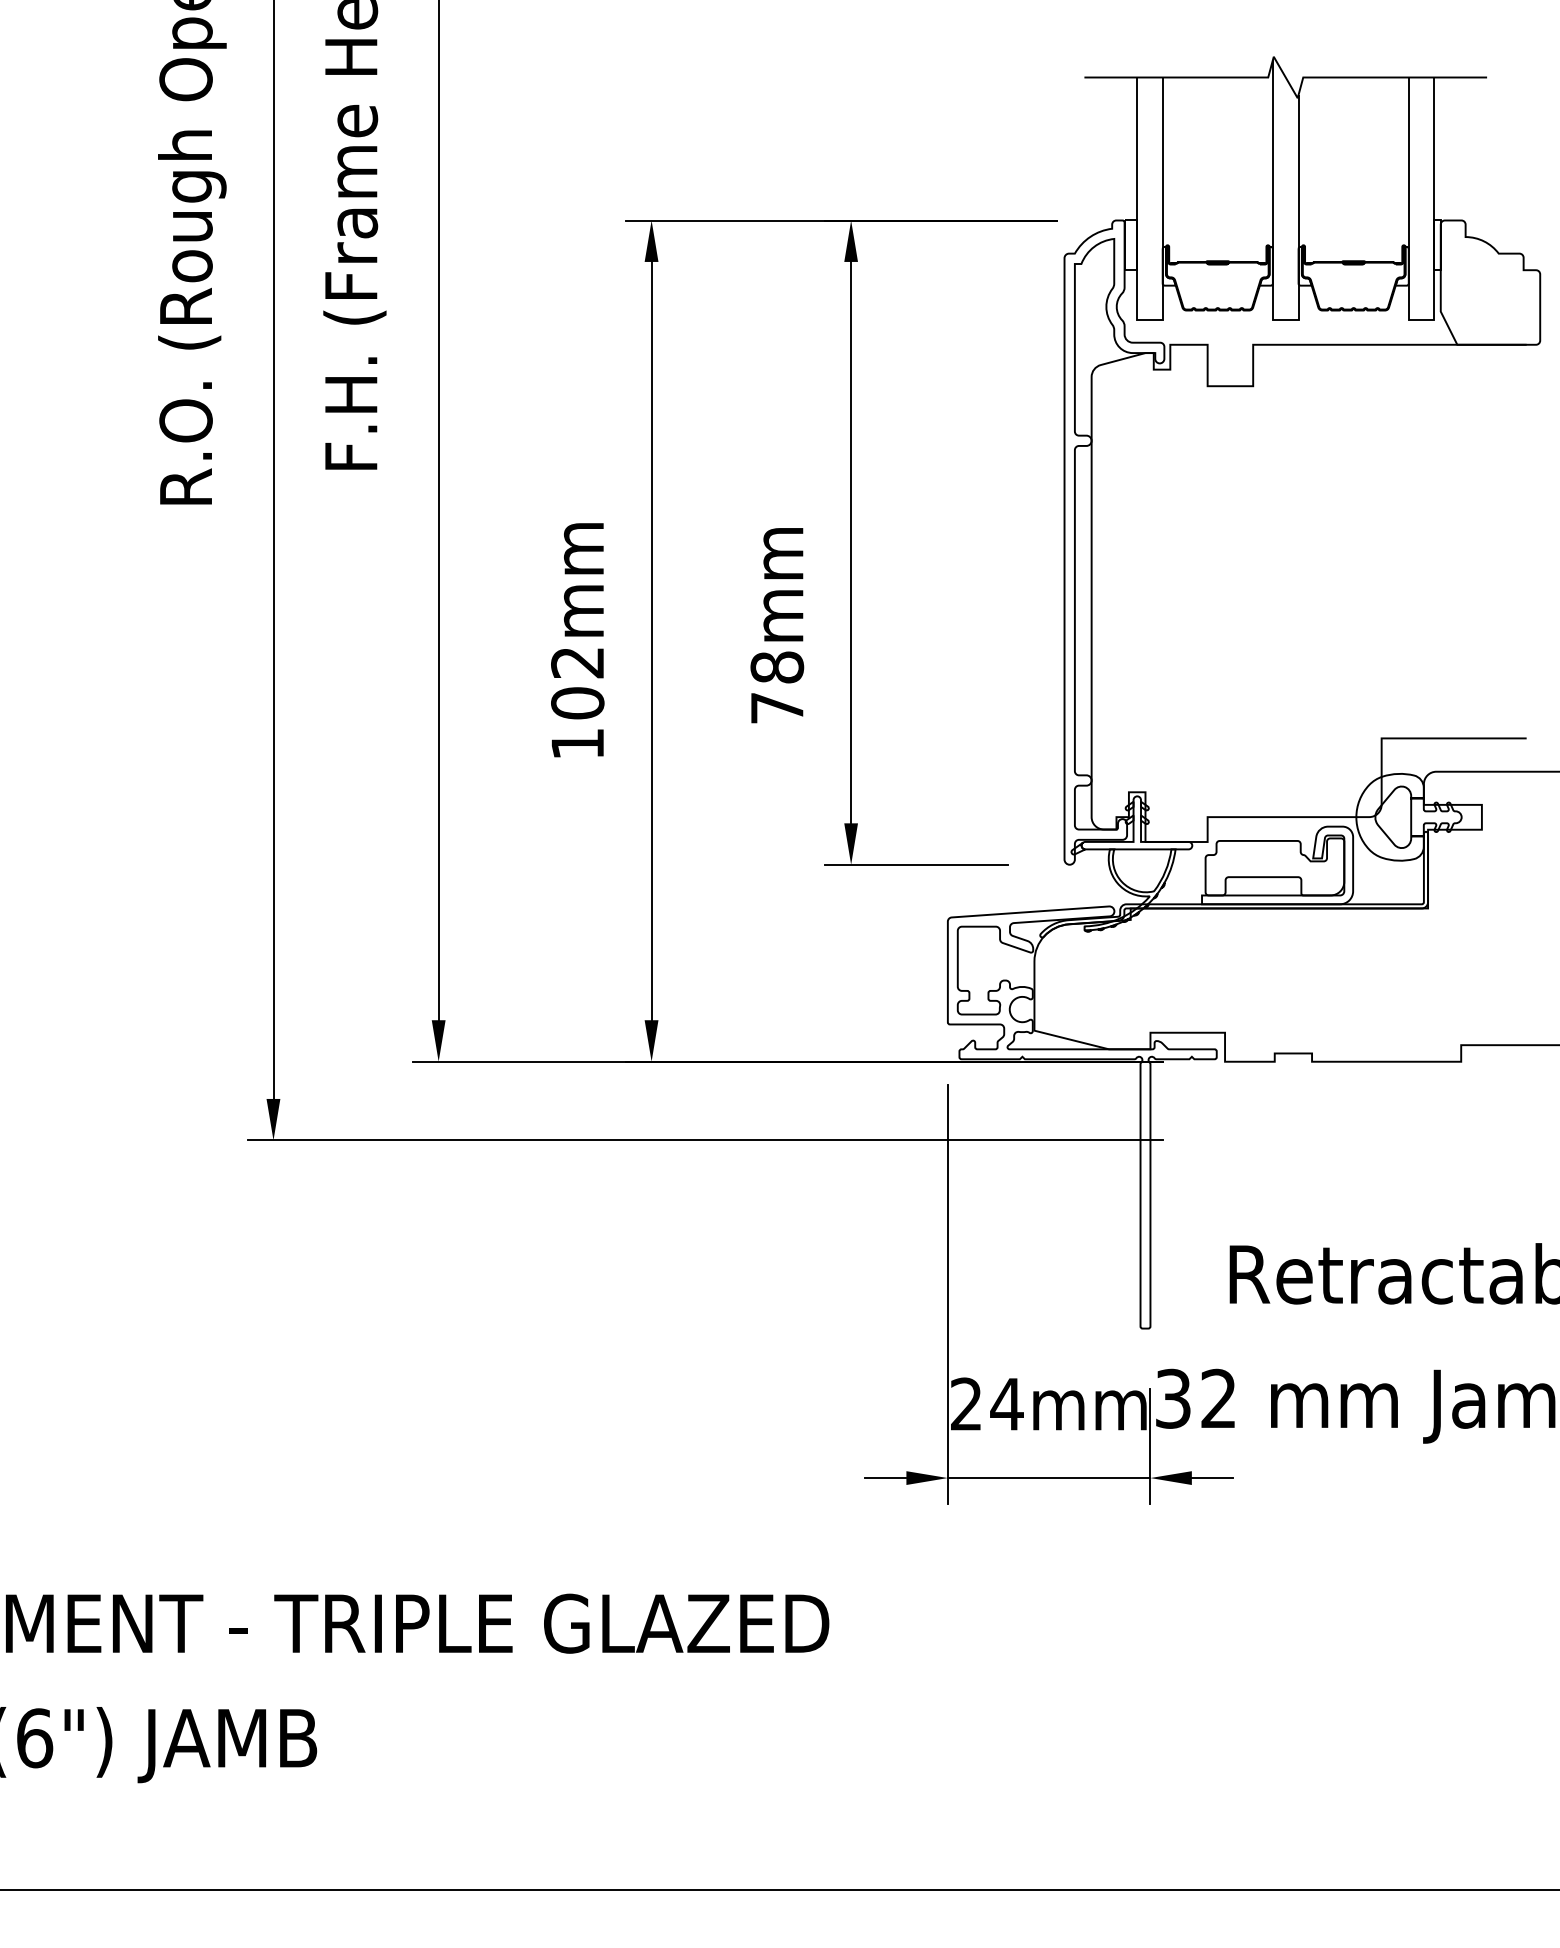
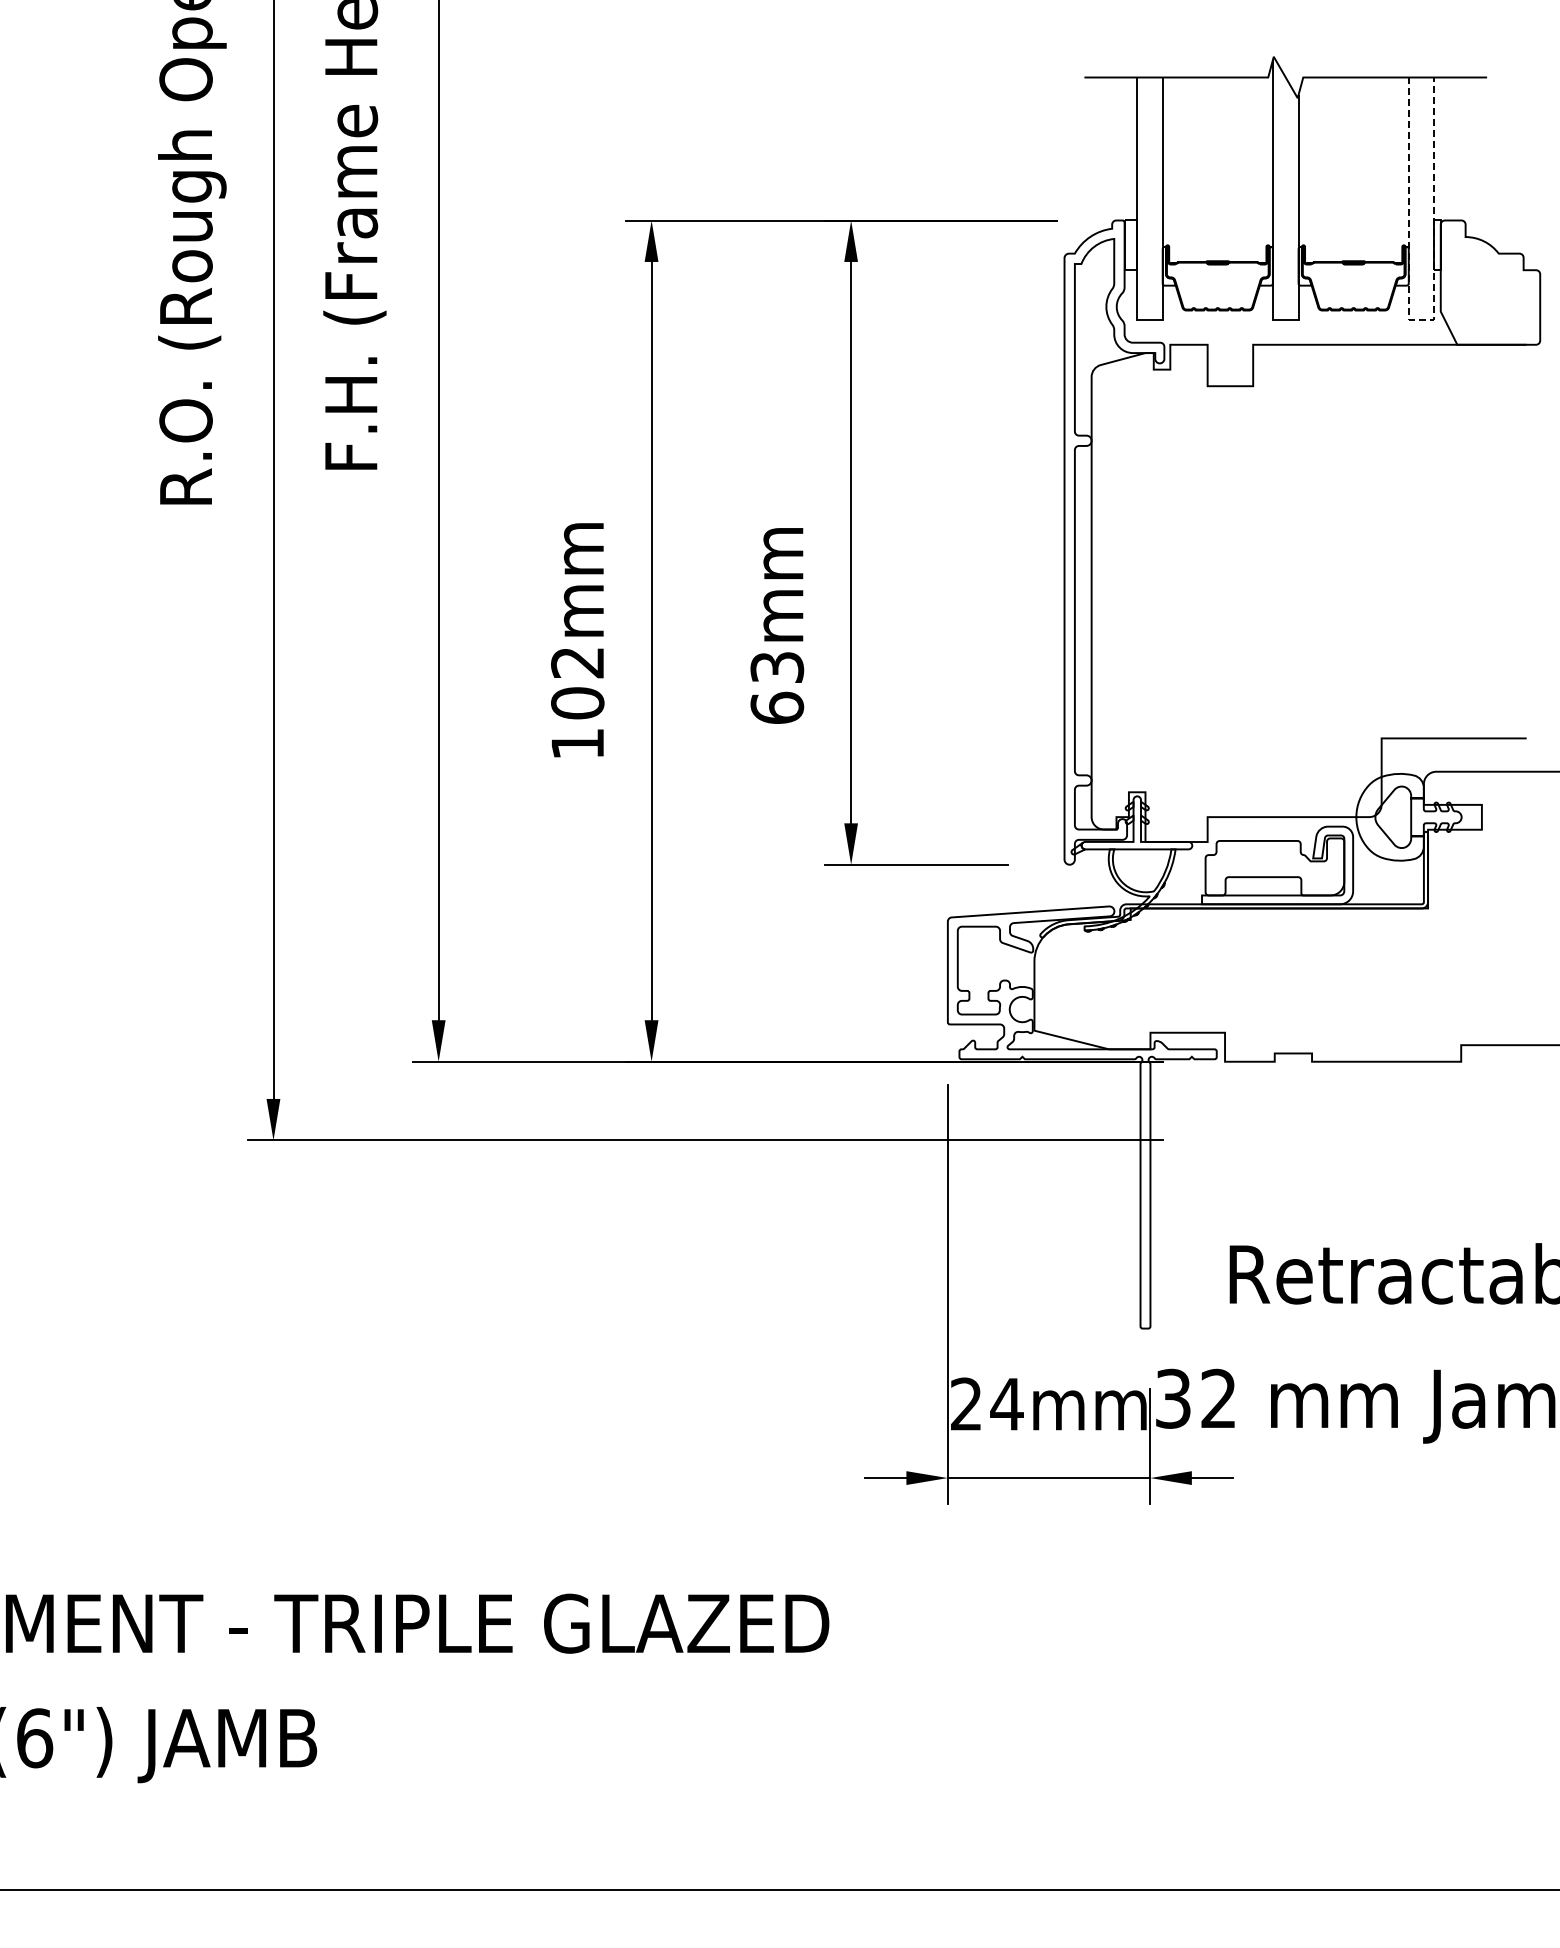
line at (1421, 319): solid -> dashed
text at (777, 687): 78mm -> 63mm
